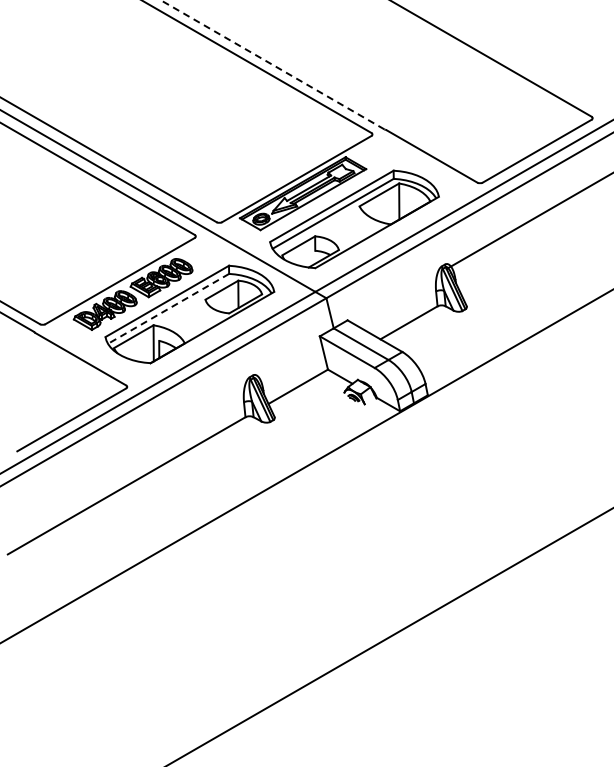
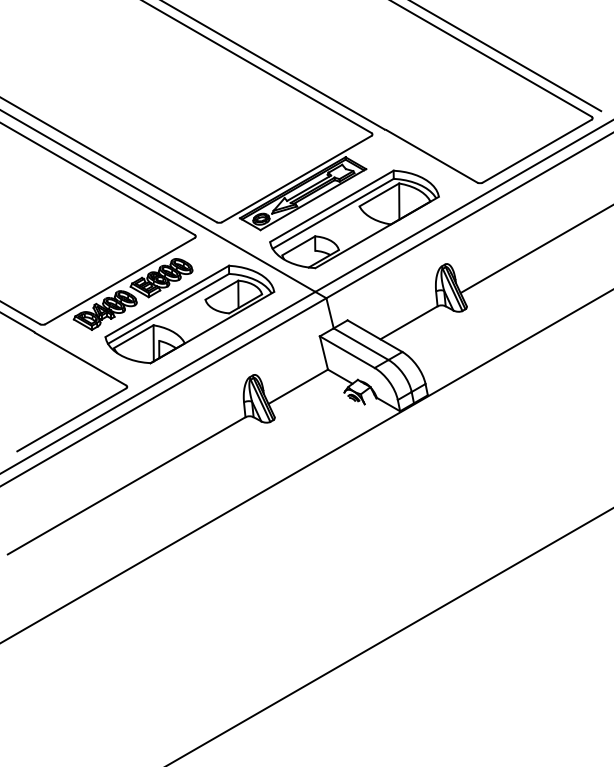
line at (506, 56): none -> present
line at (272, 64): dashed -> solid
line at (528, 221) position: (528, 221) -> (535, 249)
line at (168, 308): dashed -> solid
